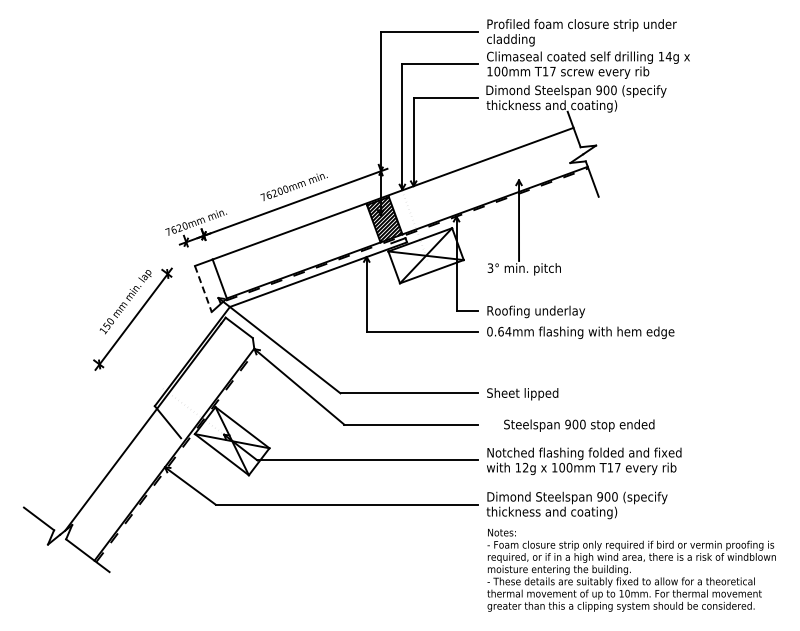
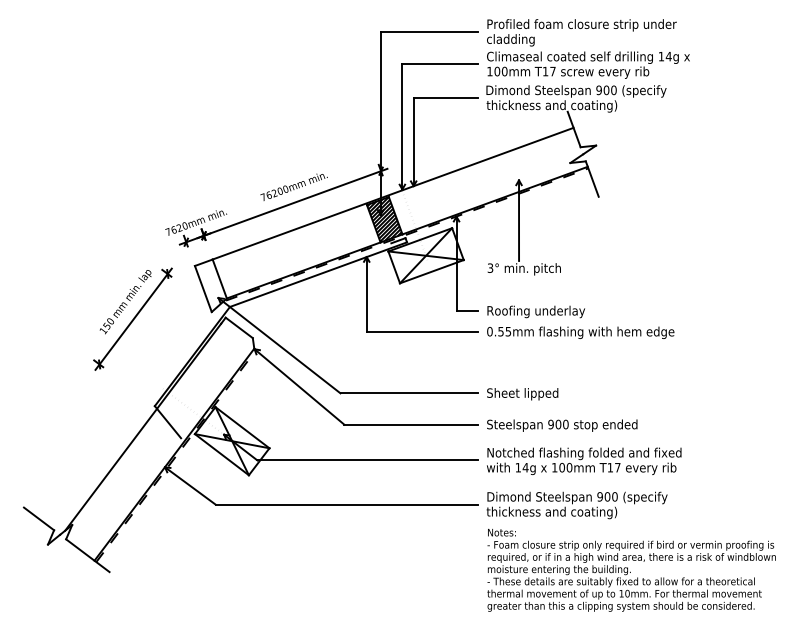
line at (203, 289): dashed -> solid
text at (504, 331): 0.64mm -> 0.55mm
text at (579, 425) position: (579, 425) -> (562, 425)
text at (525, 467): 12g -> 14g
